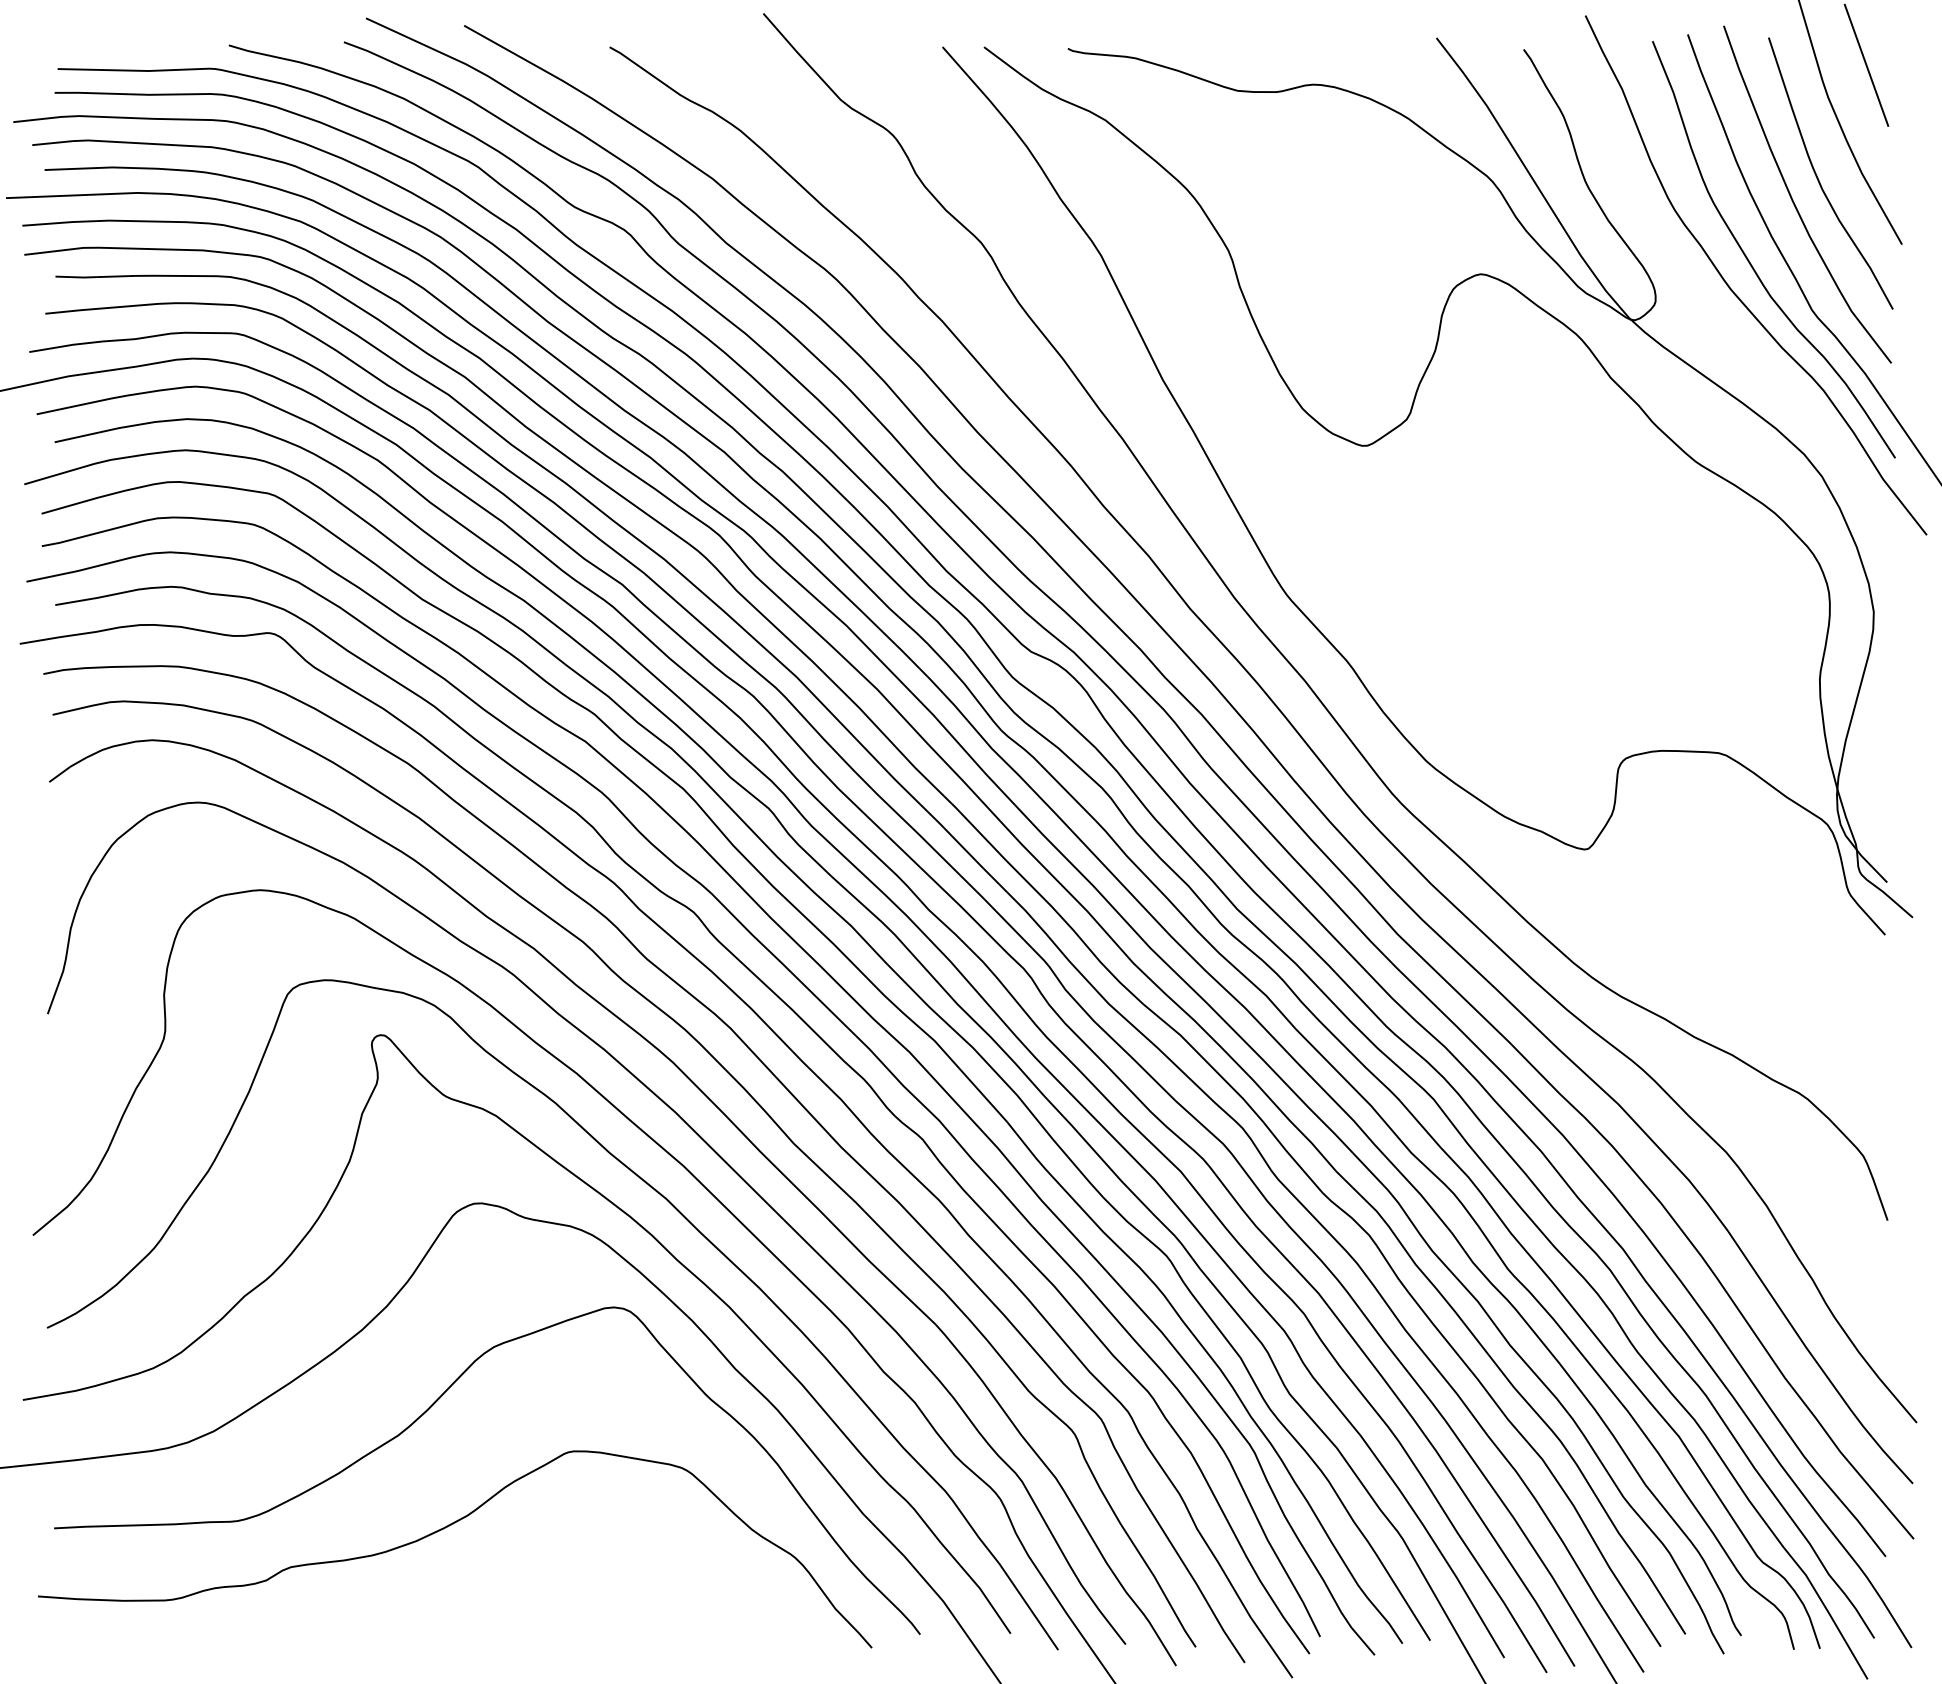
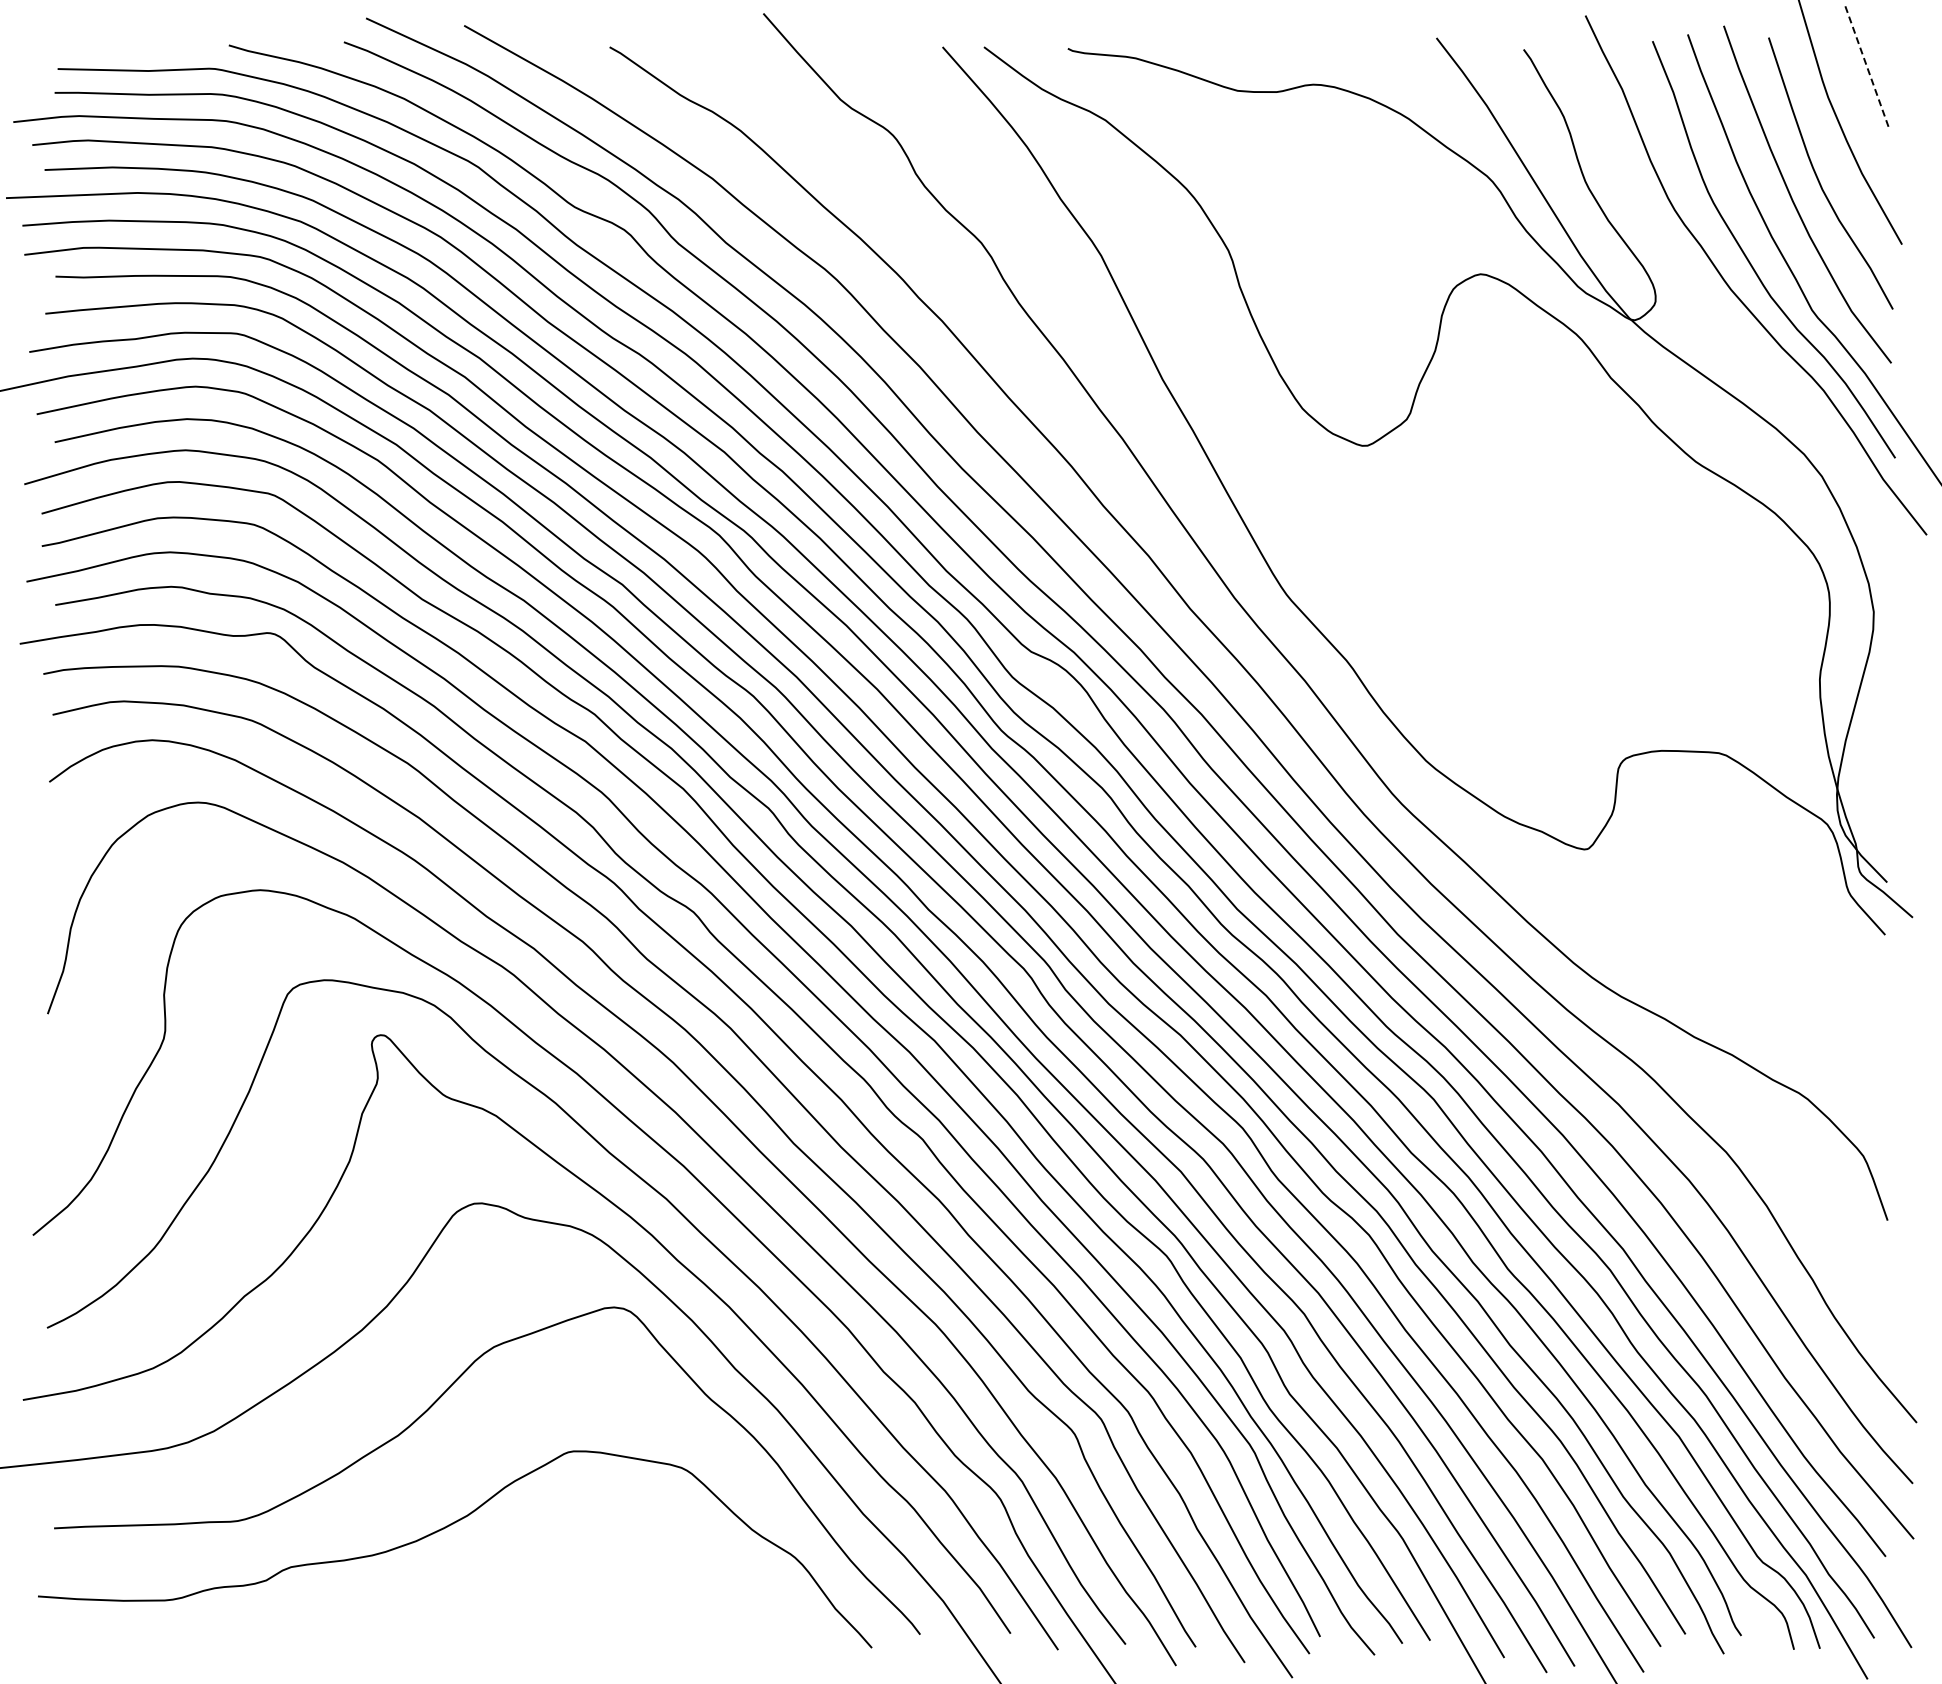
line at (1866, 64): solid -> dashed
